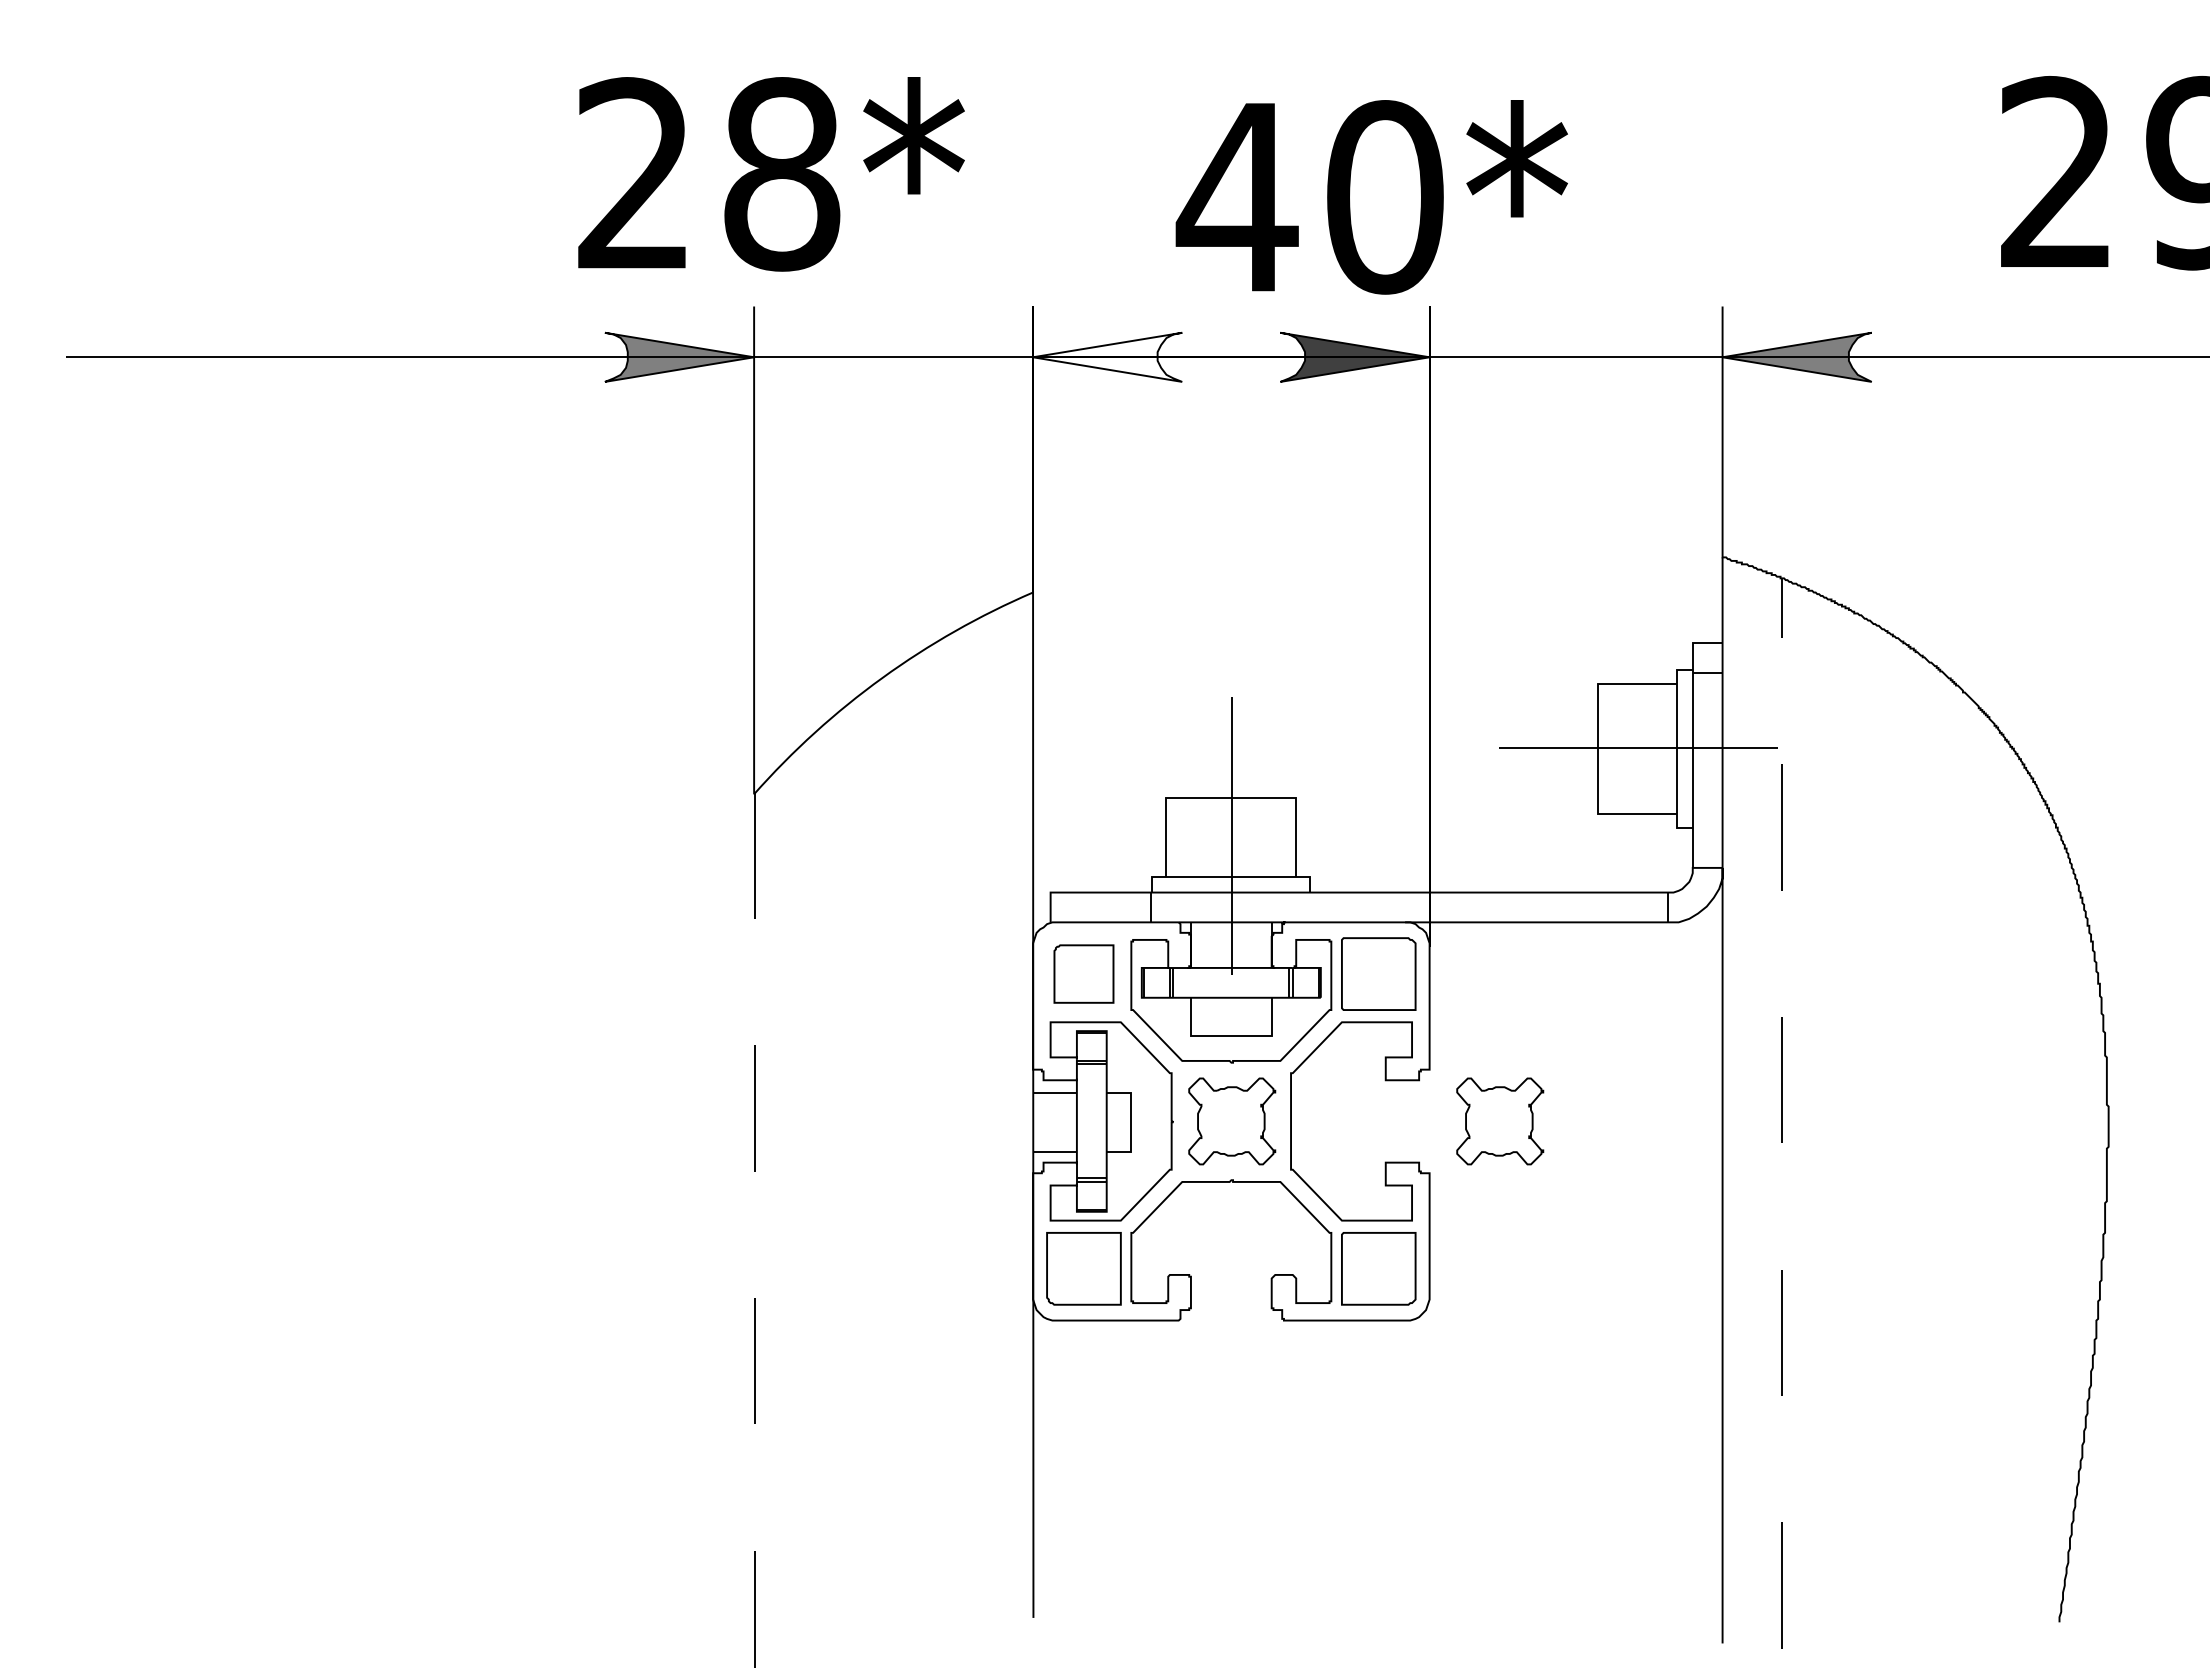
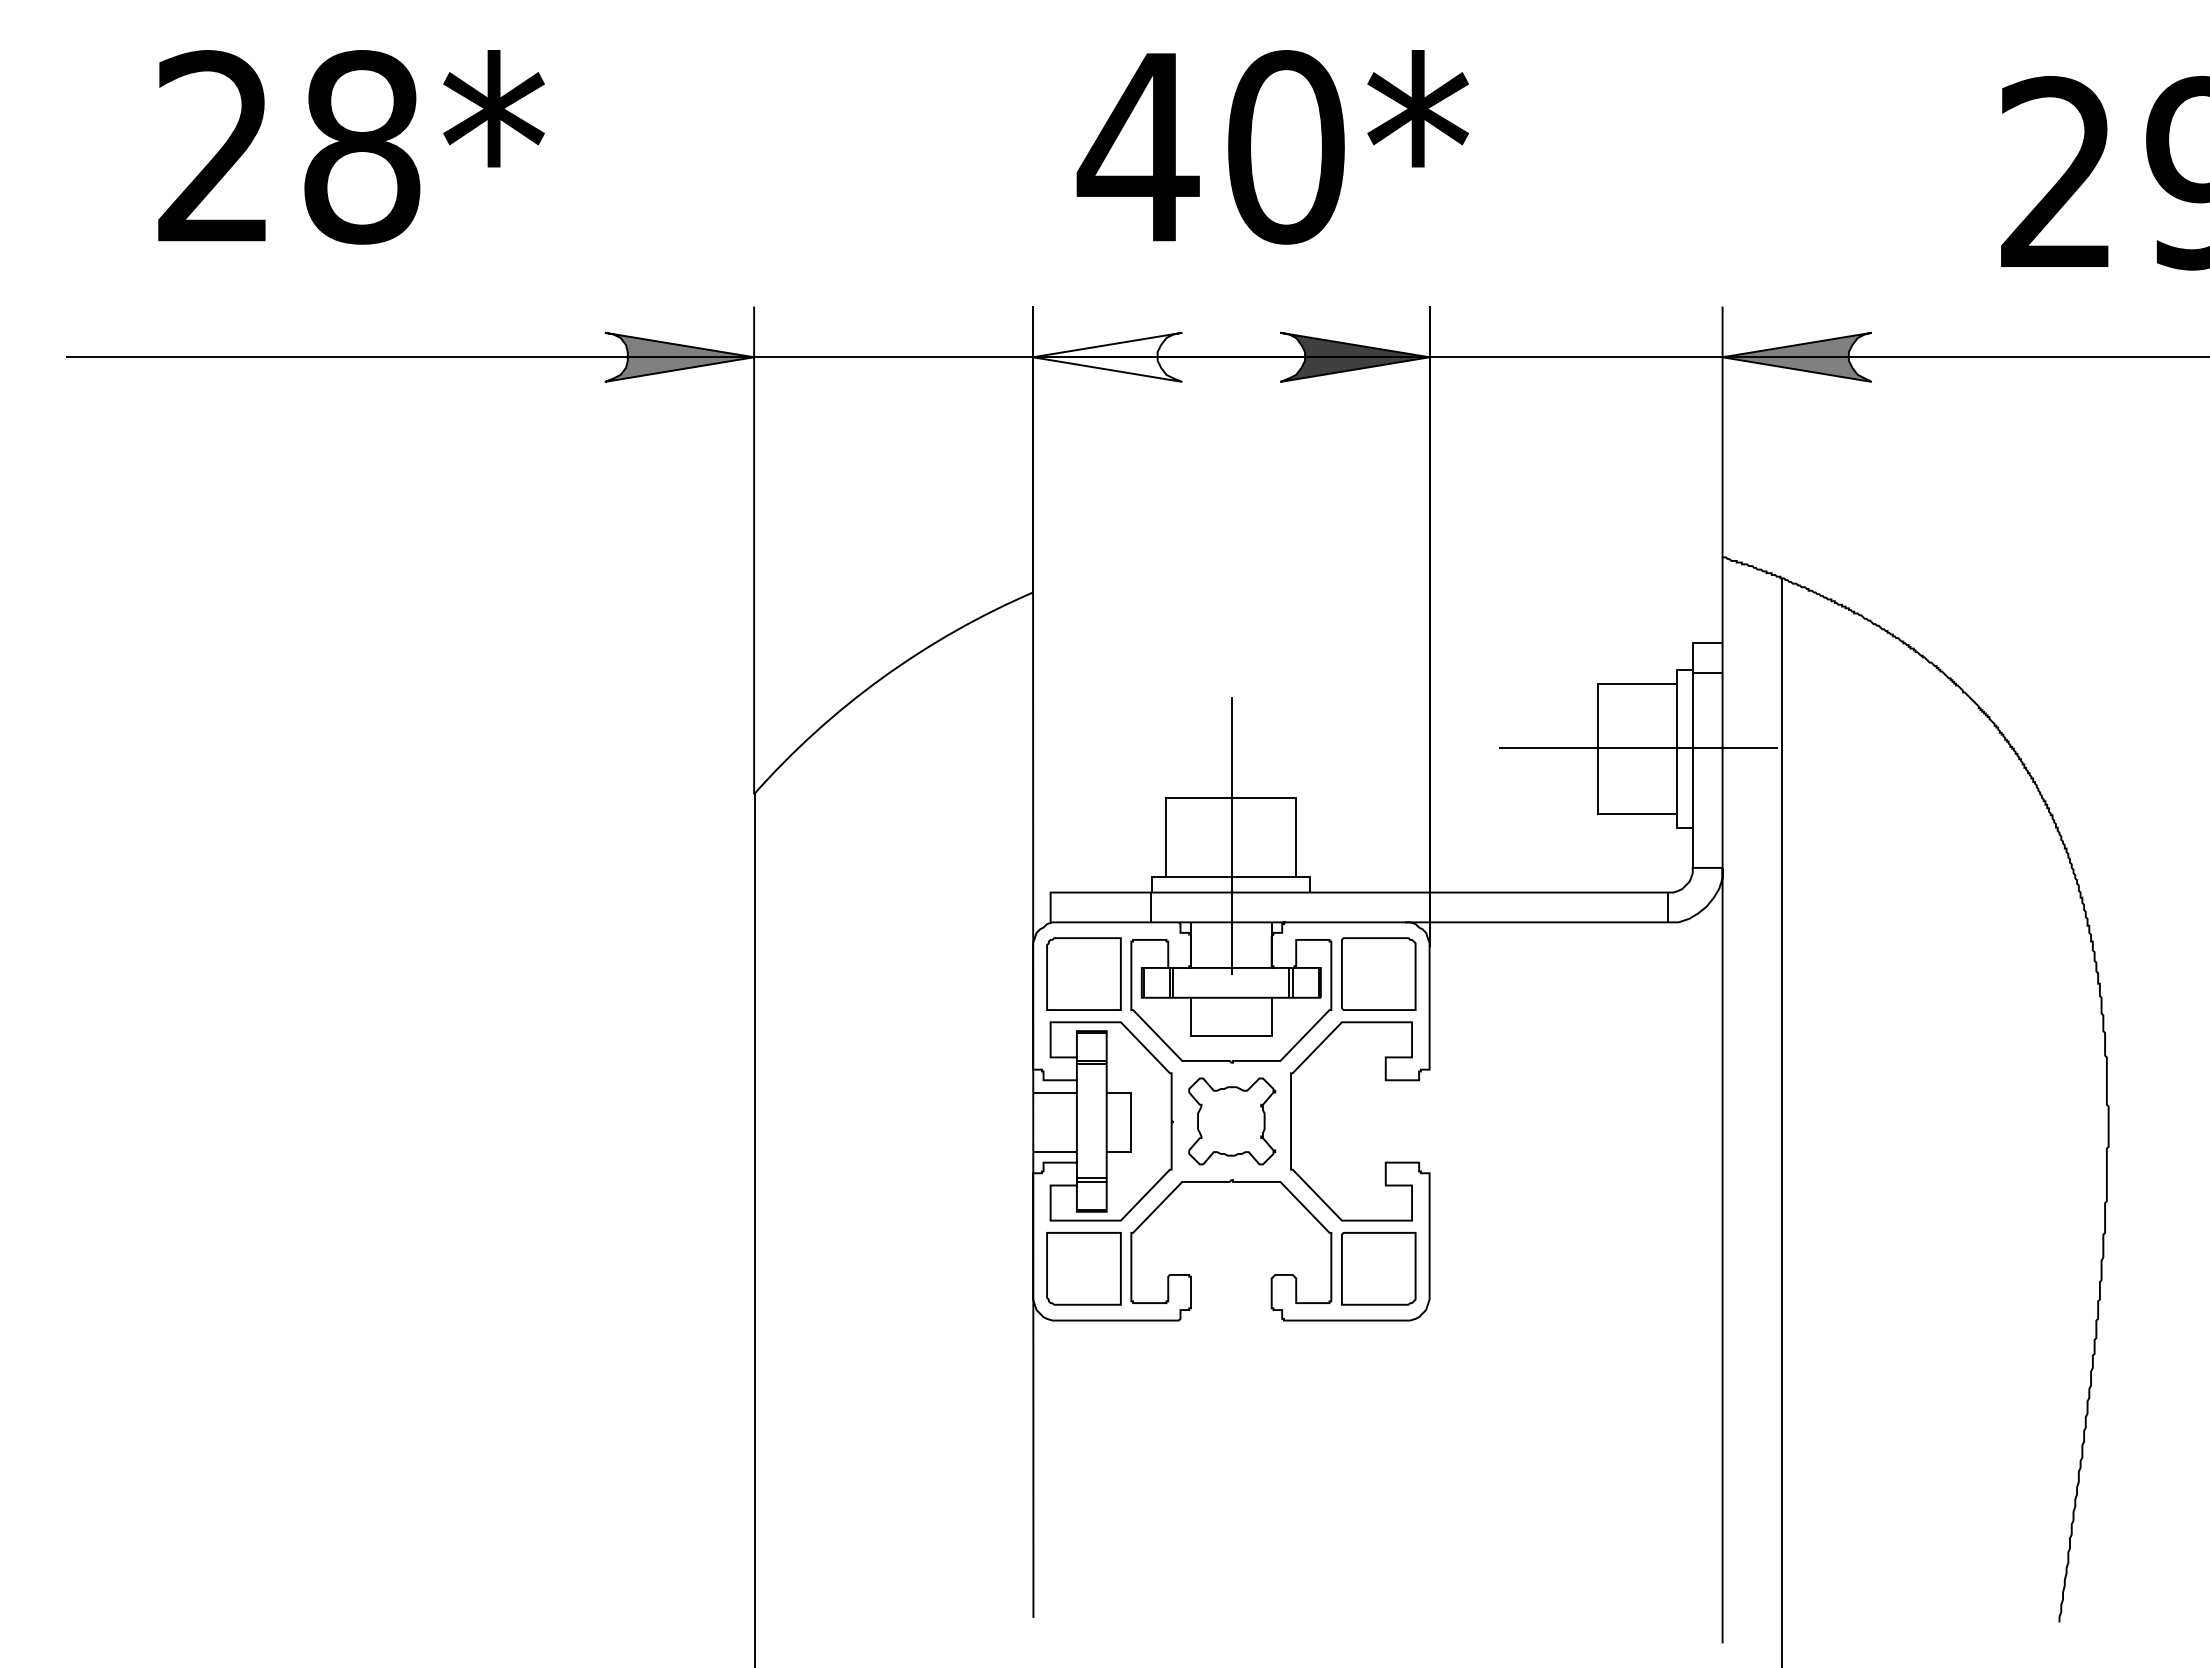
text at (771, 174) position: (771, 174) -> (351, 147)
text at (1371, 197) position: (1371, 197) -> (1272, 147)
part at (1083, 973) size: 62x60 px -> 76x74 px
part at (1500, 1121): present -> none
line at (1782, 1123): dashed -> solid
line at (754, 1231): dashed -> solid
